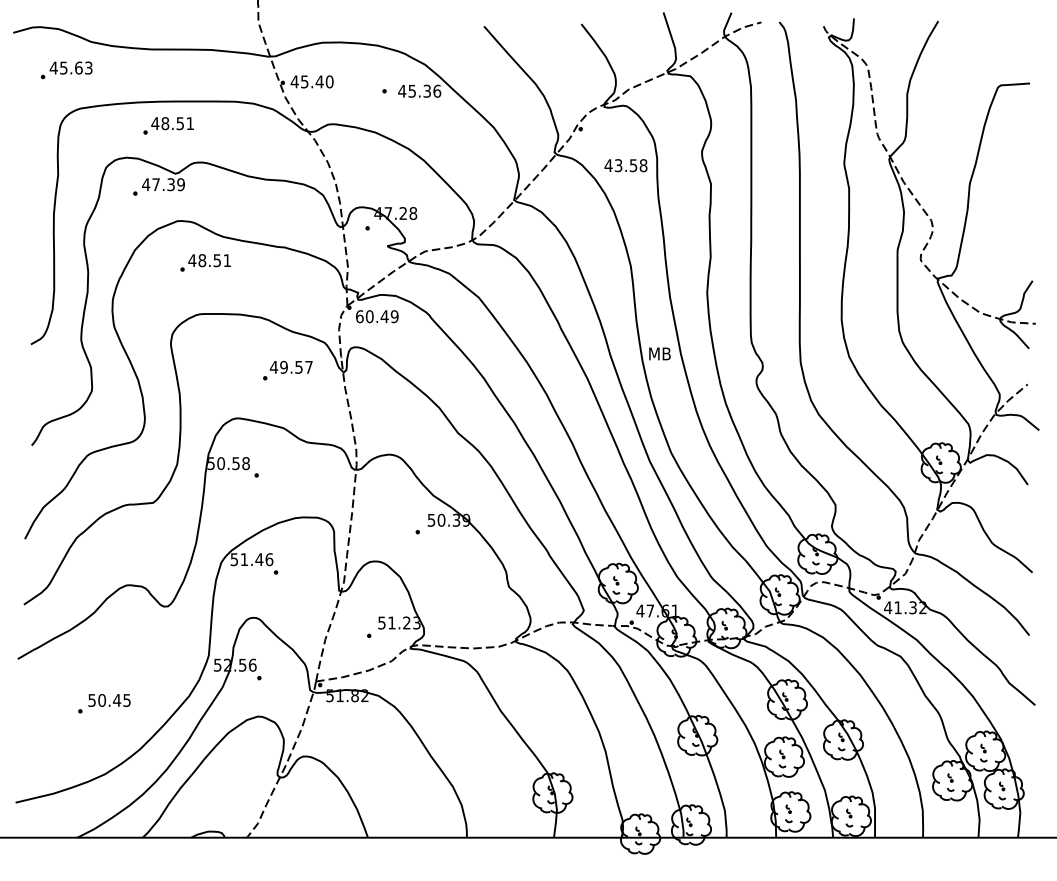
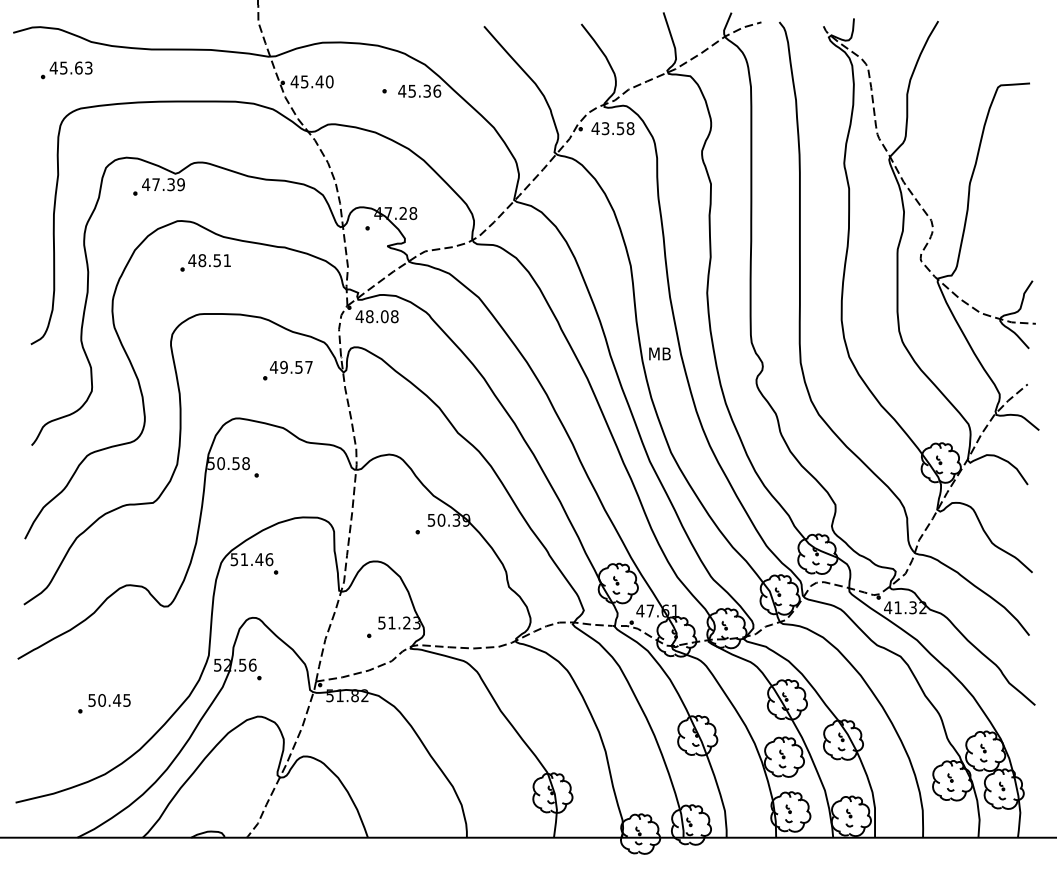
part at (168, 125): present -> none
text at (625, 165) position: (625, 165) -> (612, 128)
text at (376, 316): 60.49 -> 48.08
